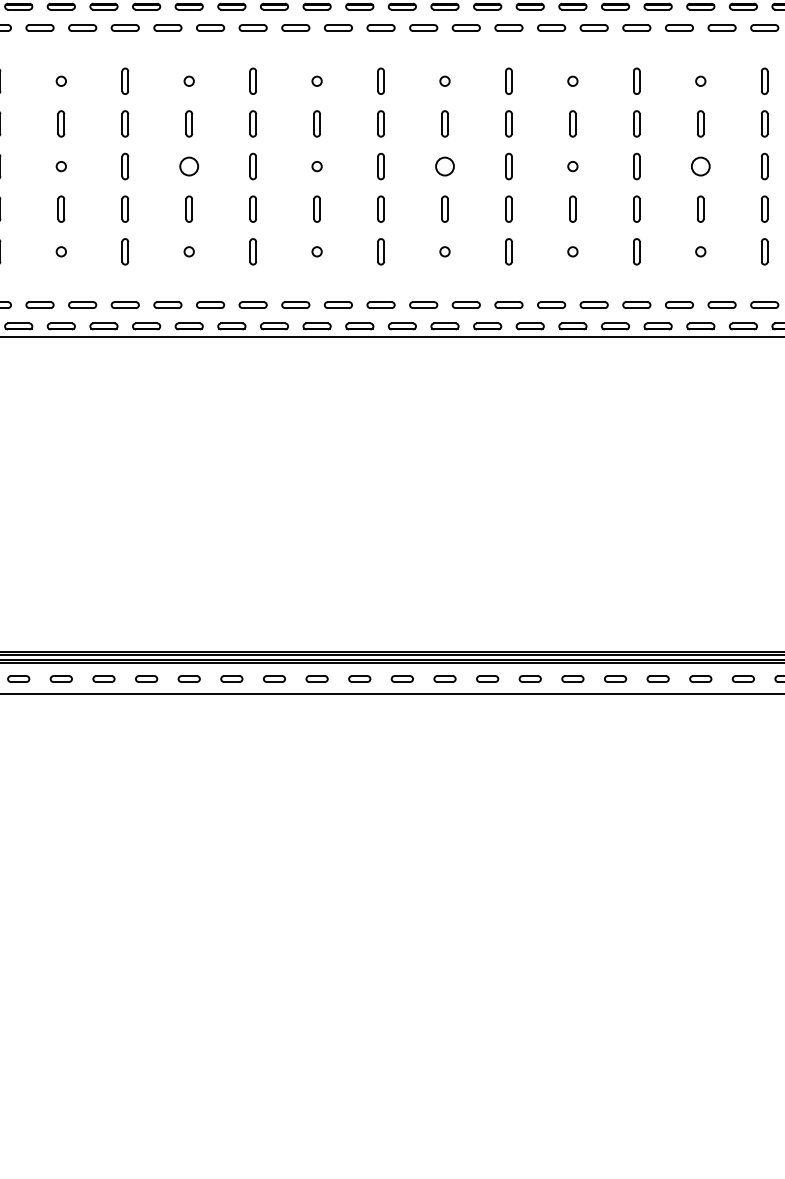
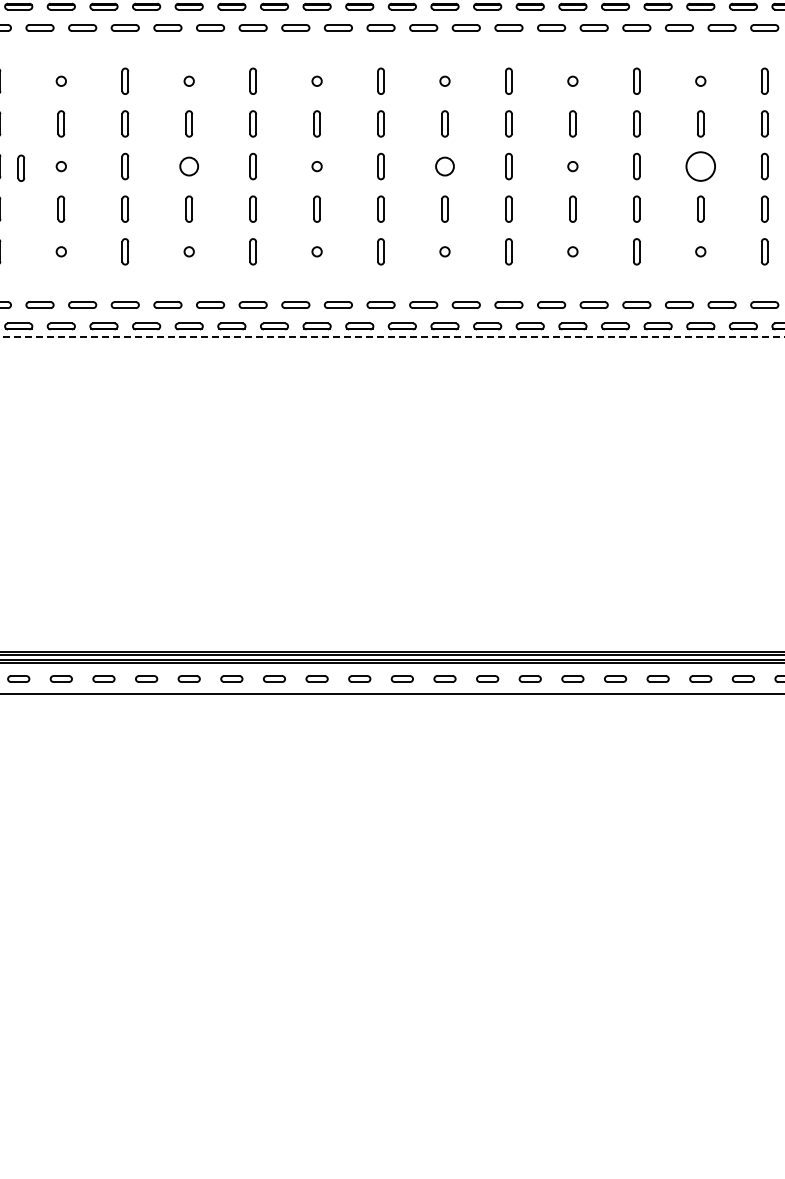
circle at (700, 166) diameter: 18 px -> 29 px
part at (21, 167): none -> present
line at (392, 337): solid -> dashed
